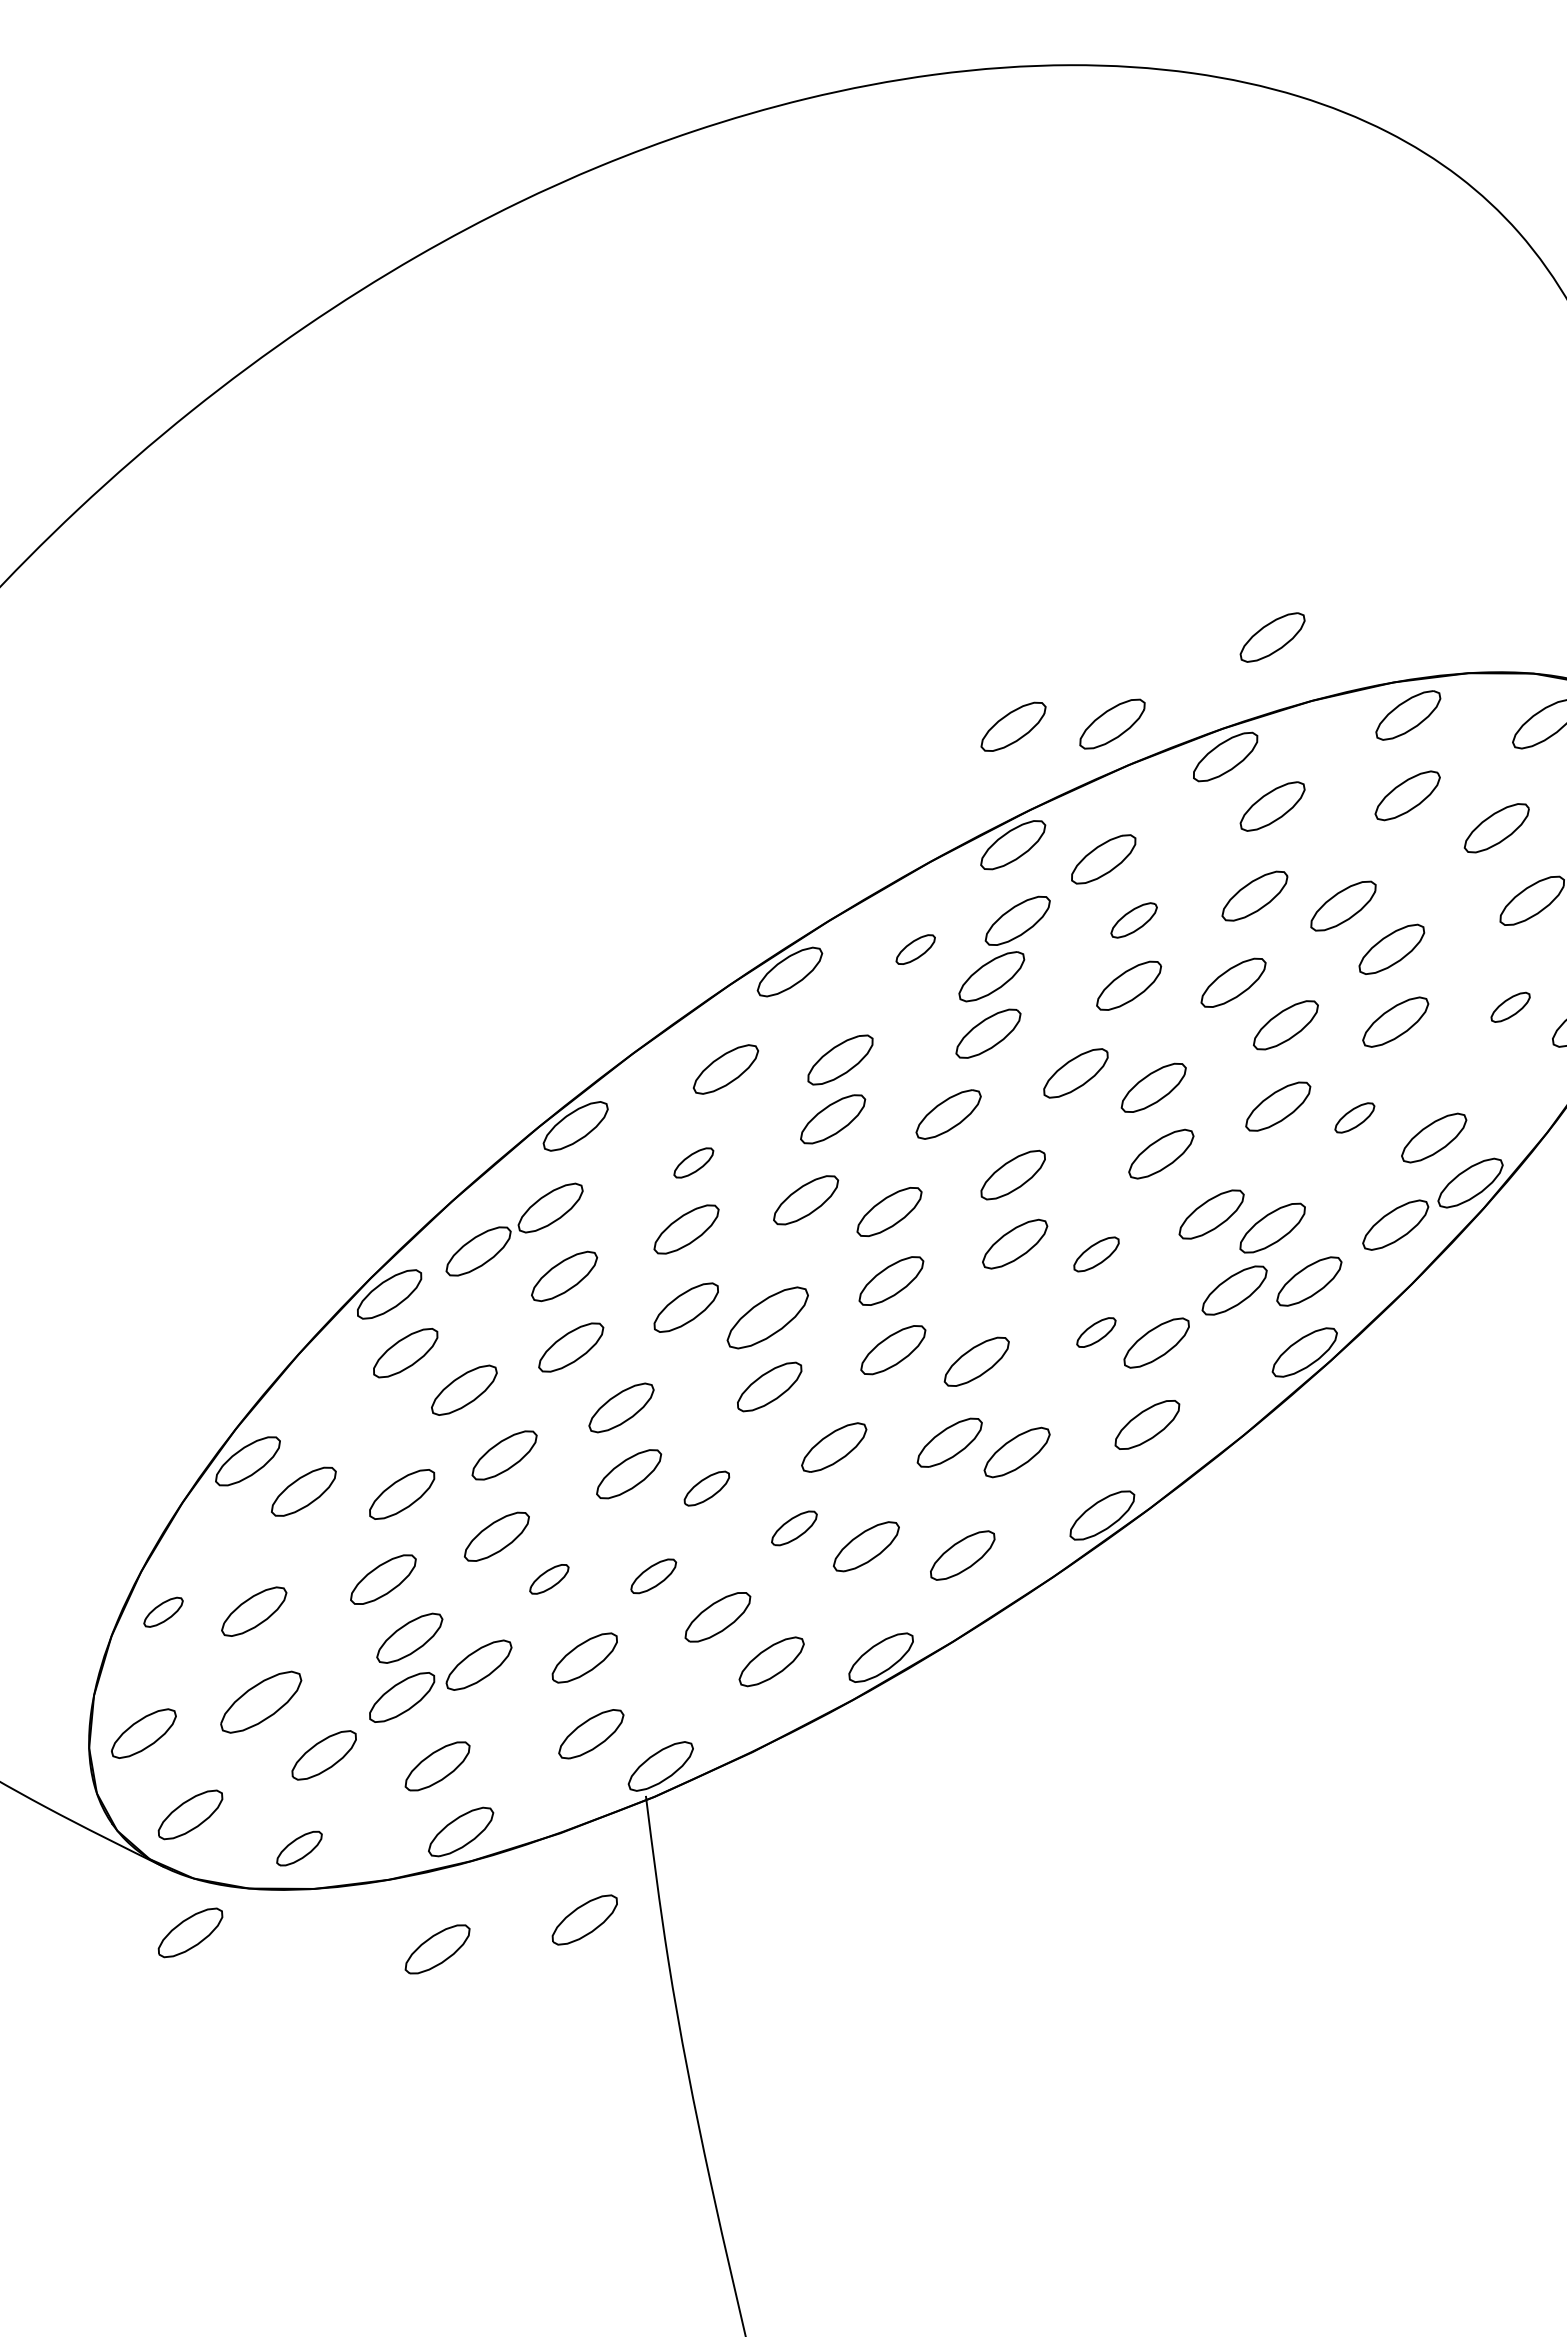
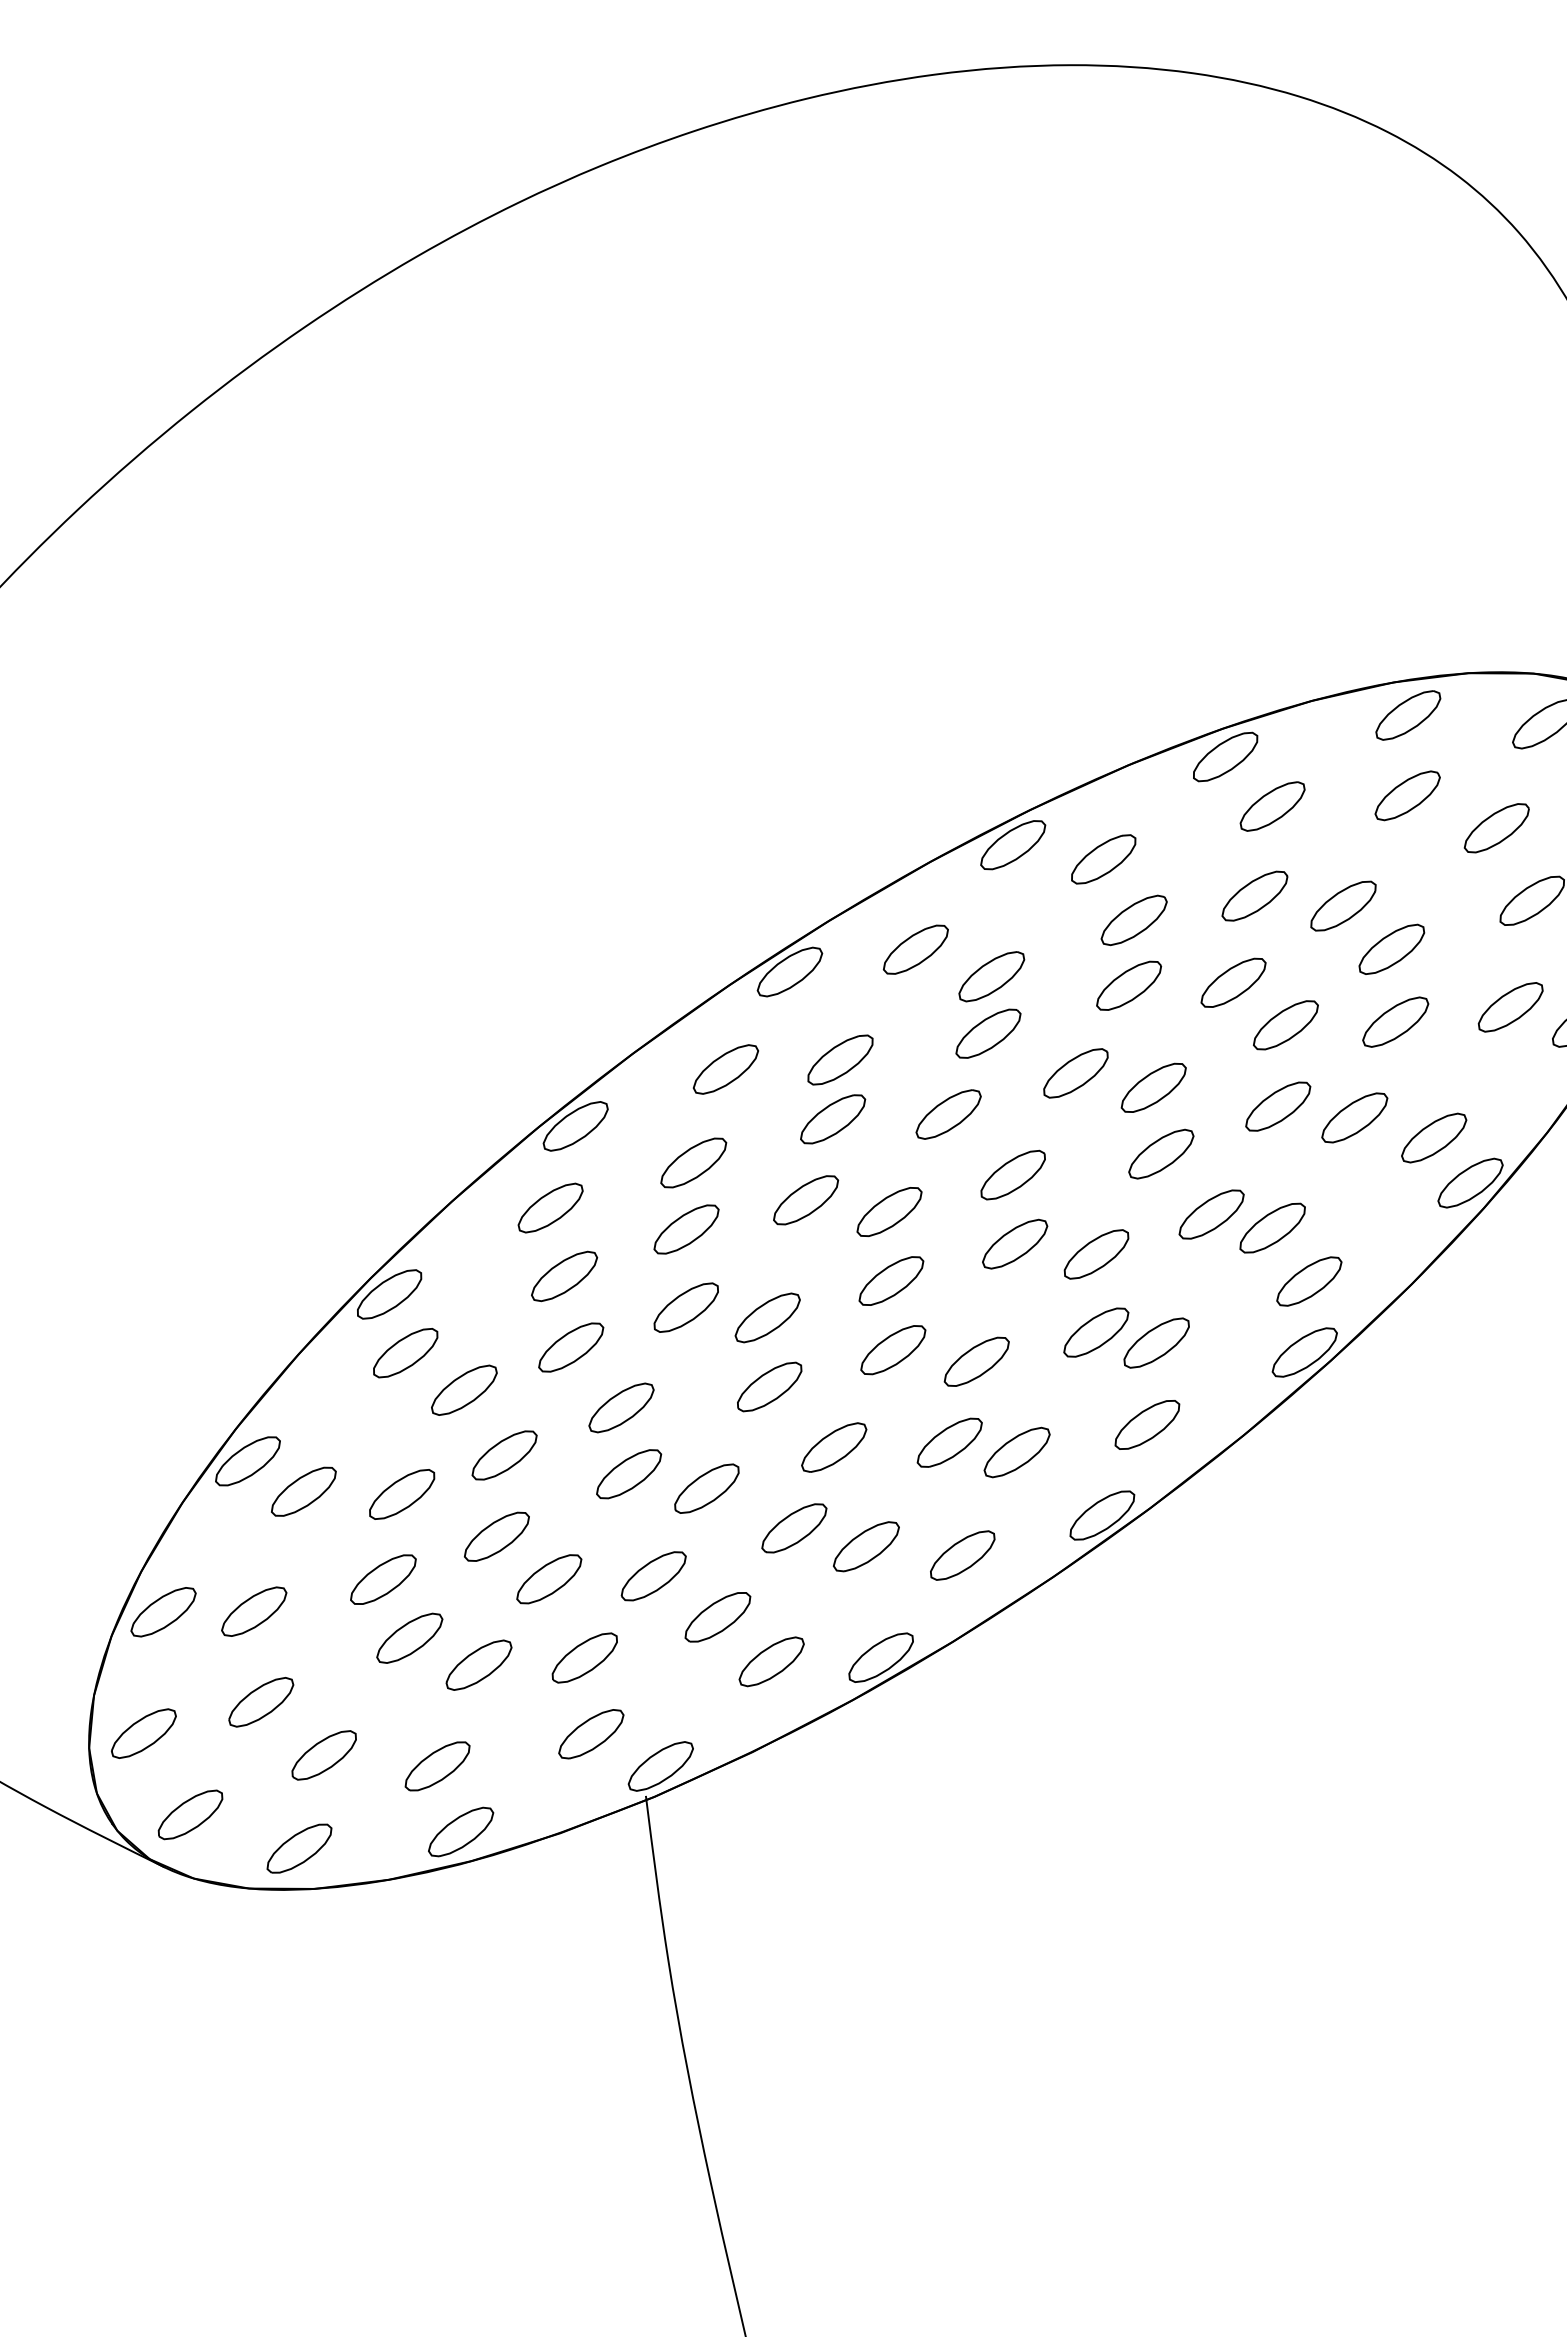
part at (1272, 637): present -> none
part at (1112, 723): present -> none
part at (1013, 726): present -> none
part at (1017, 920): present -> none
part at (1133, 920) size: 48x37 px -> 68x53 px
part at (915, 949) size: 41x31 px -> 67x51 px
part at (1510, 1006) size: 41x32 px -> 67x51 px
part at (1354, 1117) size: 42x32 px -> 68x52 px
part at (693, 1162) size: 42x32 px -> 68x52 px
part at (1395, 1224): present -> none
part at (478, 1251): present -> none
part at (1096, 1254) size: 47x37 px -> 67x51 px
part at (1234, 1290): present -> none
part at (767, 1317) size: 83x64 px -> 67x52 px
part at (1096, 1332) size: 41x31 px -> 67x51 px
part at (706, 1488) size: 48x37 px -> 66x51 px
part at (794, 1528) size: 47x37 px -> 67x51 px
part at (653, 1576) size: 48x37 px -> 67x51 px
part at (549, 1579) size: 41x31 px -> 67x51 px
part at (163, 1611) size: 41x32 px -> 67x51 px
part at (402, 1697): present -> none
part at (261, 1701) size: 83x64 px -> 67x51 px
part at (299, 1848) size: 47x37 px -> 67x51 px
part at (584, 1919): present -> none
part at (190, 1932): present -> none
part at (437, 1949): present -> none
